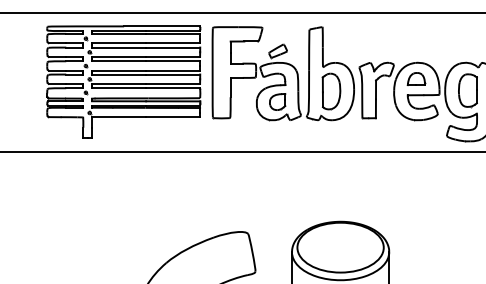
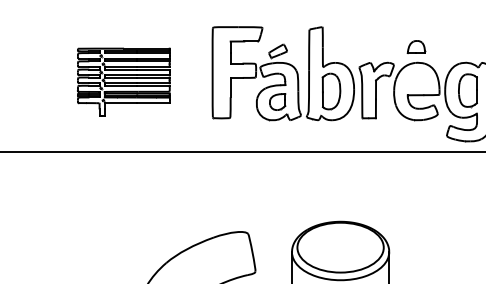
line at (242, 12): present -> none
part at (416, 79) position: (416, 79) -> (416, 47)
part at (123, 81) size: 156x114 px -> 94x70 px
